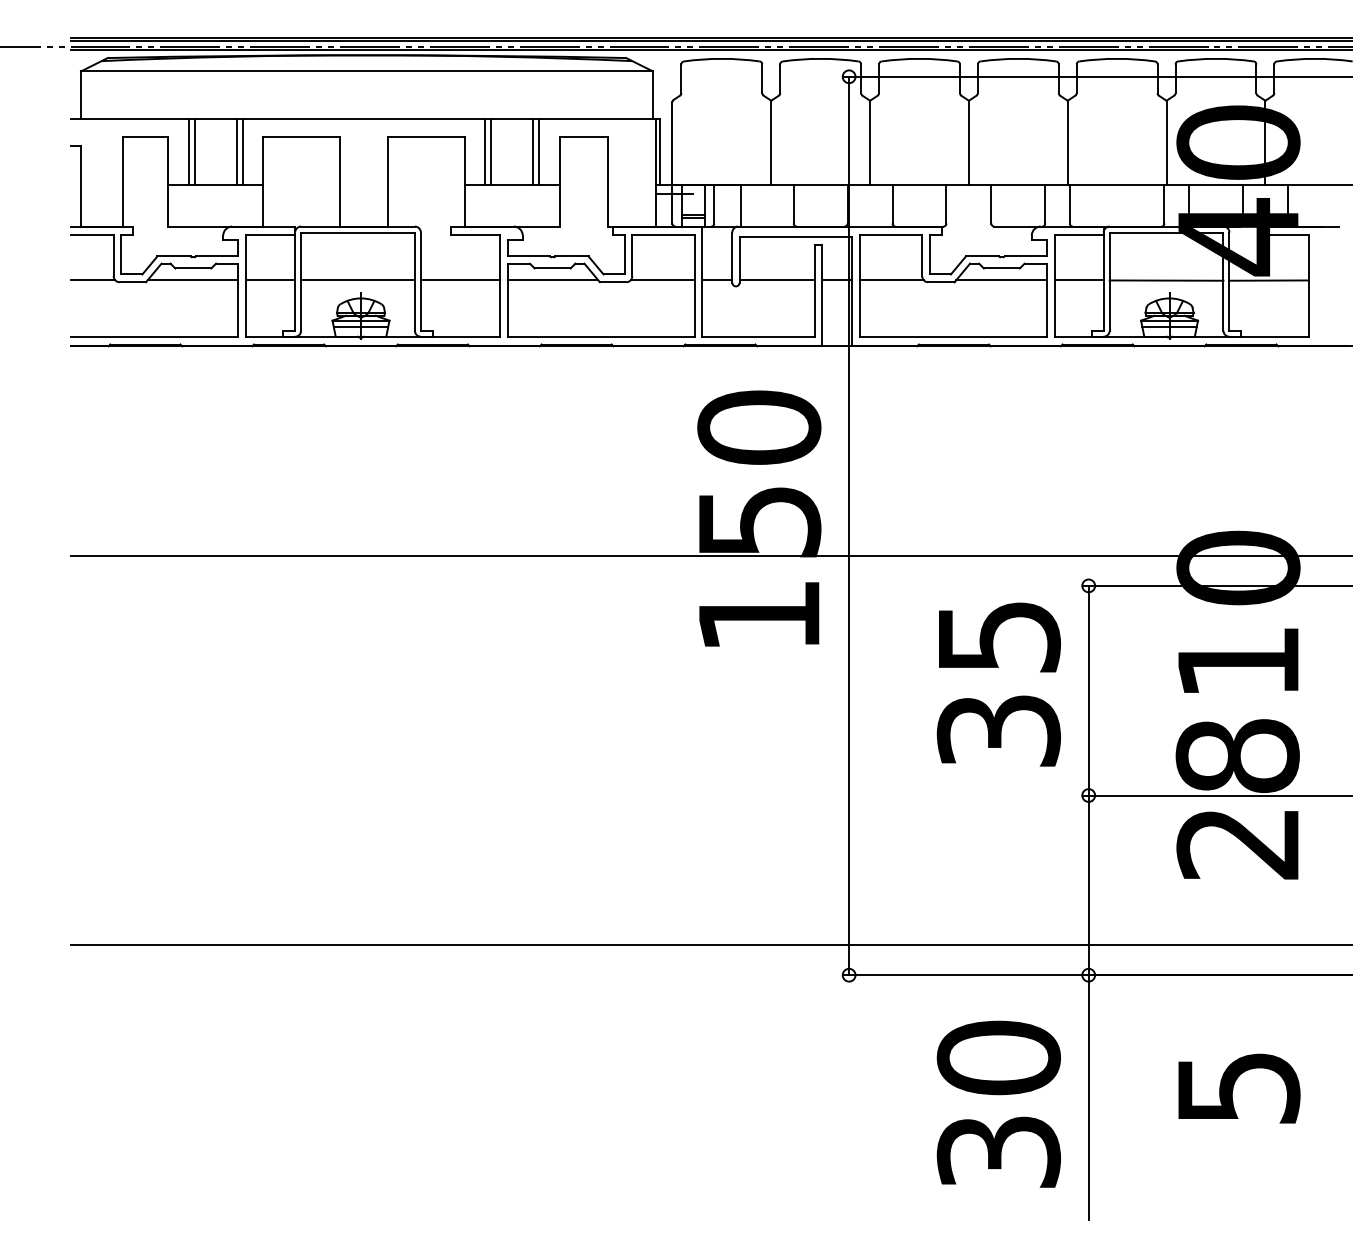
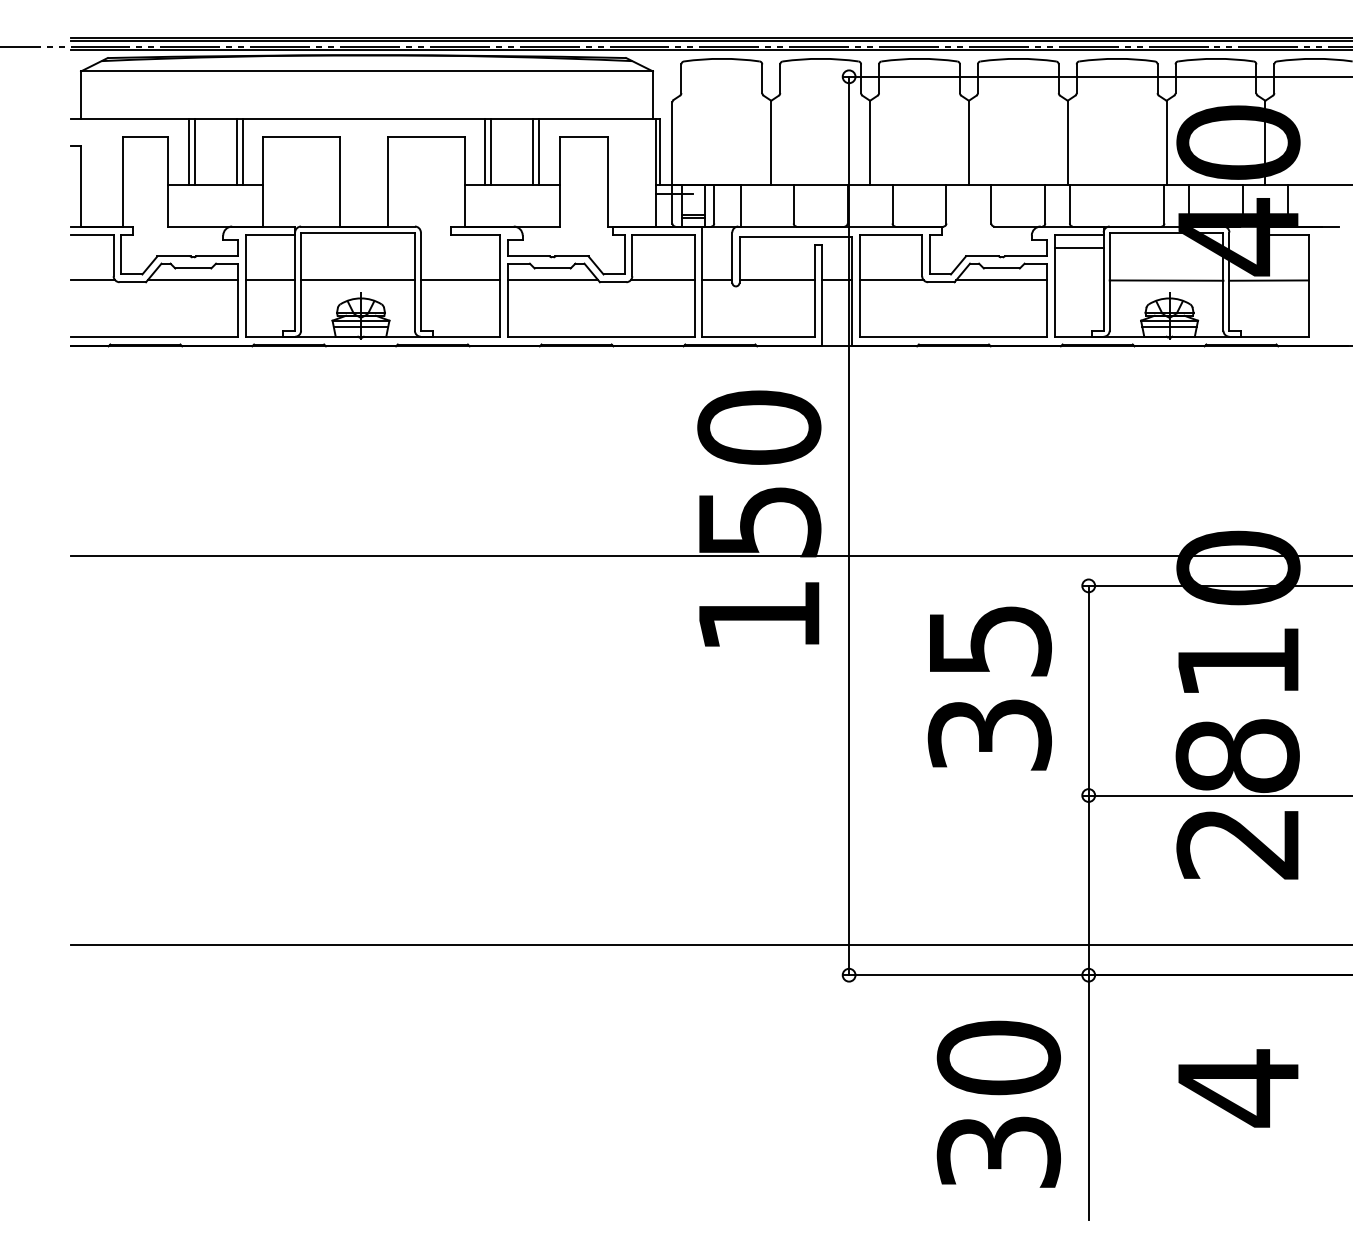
line at (1078, 280) position: (1078, 280) -> (1078, 248)
text at (998, 684) position: (998, 684) -> (989, 688)
text at (1239, 1088): 5 -> 4
